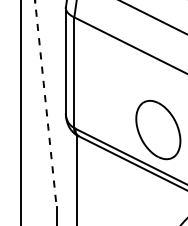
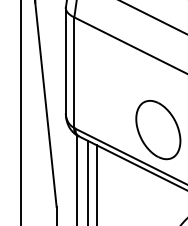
line at (45, 103): dashed -> solid
line at (88, 181): none -> present
line at (96, 183): none -> present
